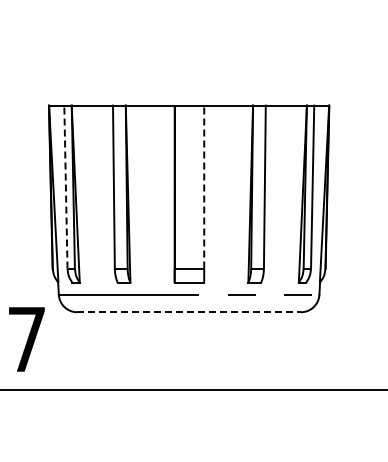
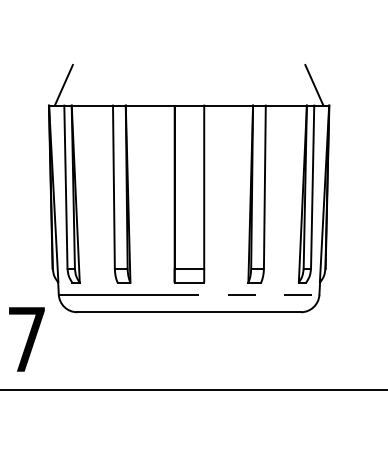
line at (63, 85): none -> present
line at (314, 85): none -> present
line at (65, 186): dashed -> solid
line at (204, 186): dashed -> solid
line at (189, 312): dashed -> solid
